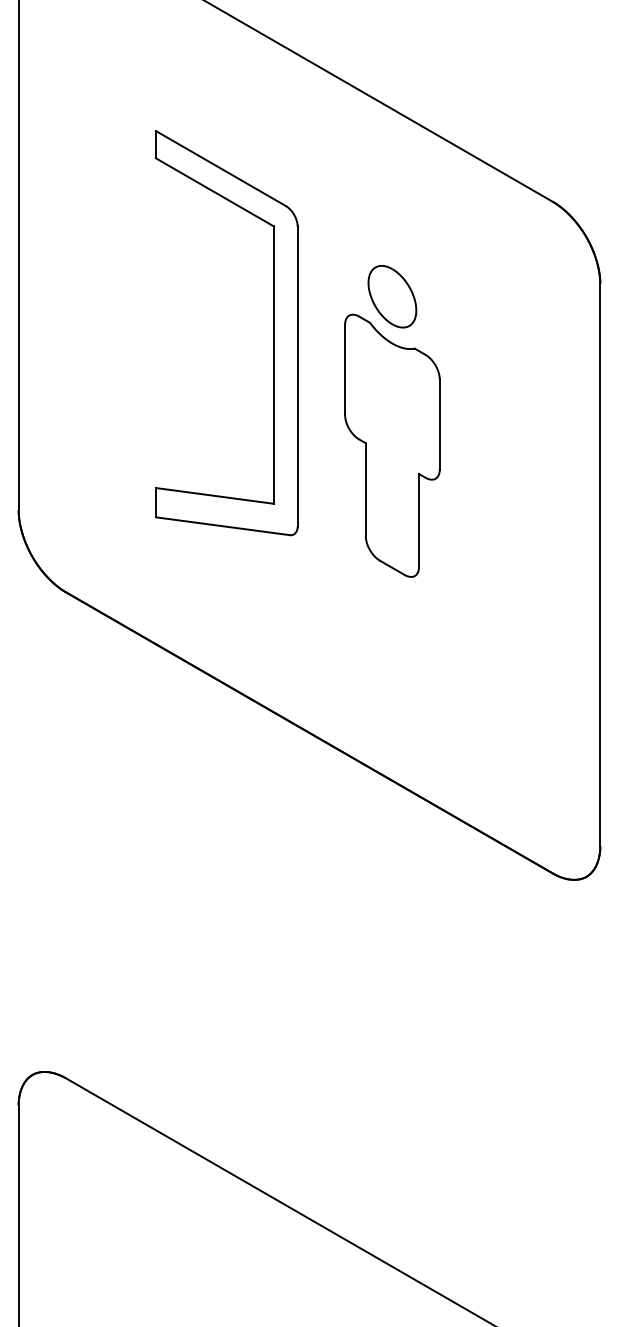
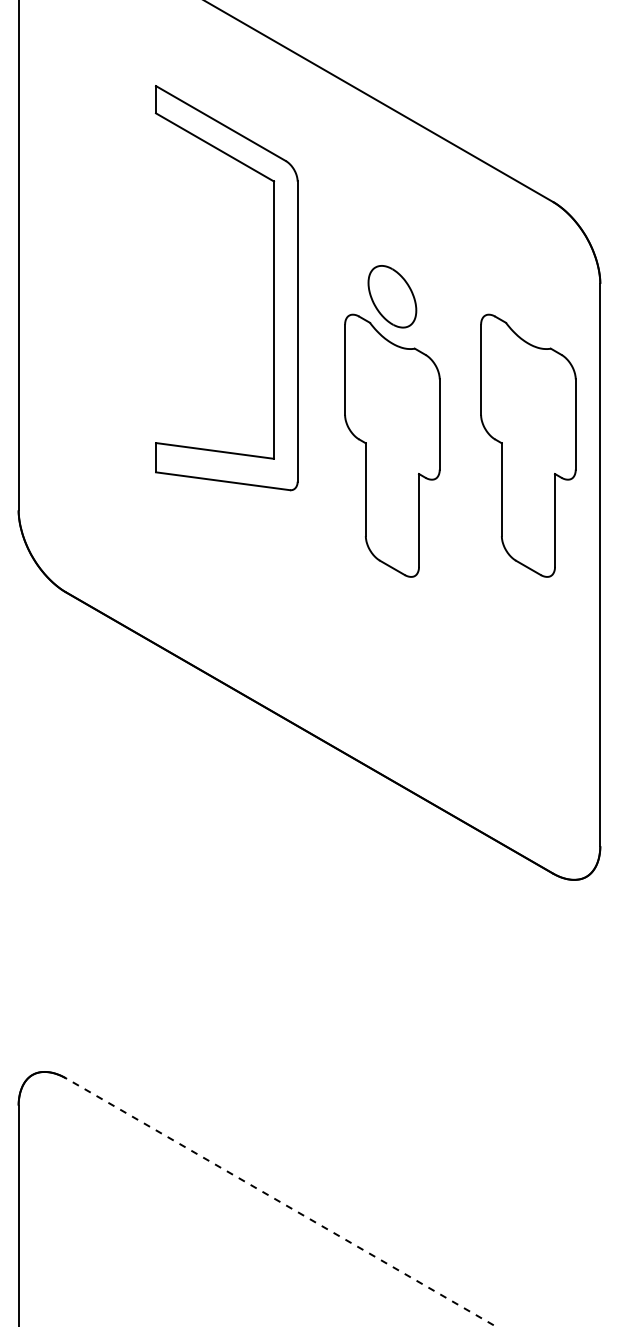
part at (273, 333) position: (273, 333) -> (273, 288)
part at (528, 445): none -> present
line at (280, 1202): solid -> dashed
